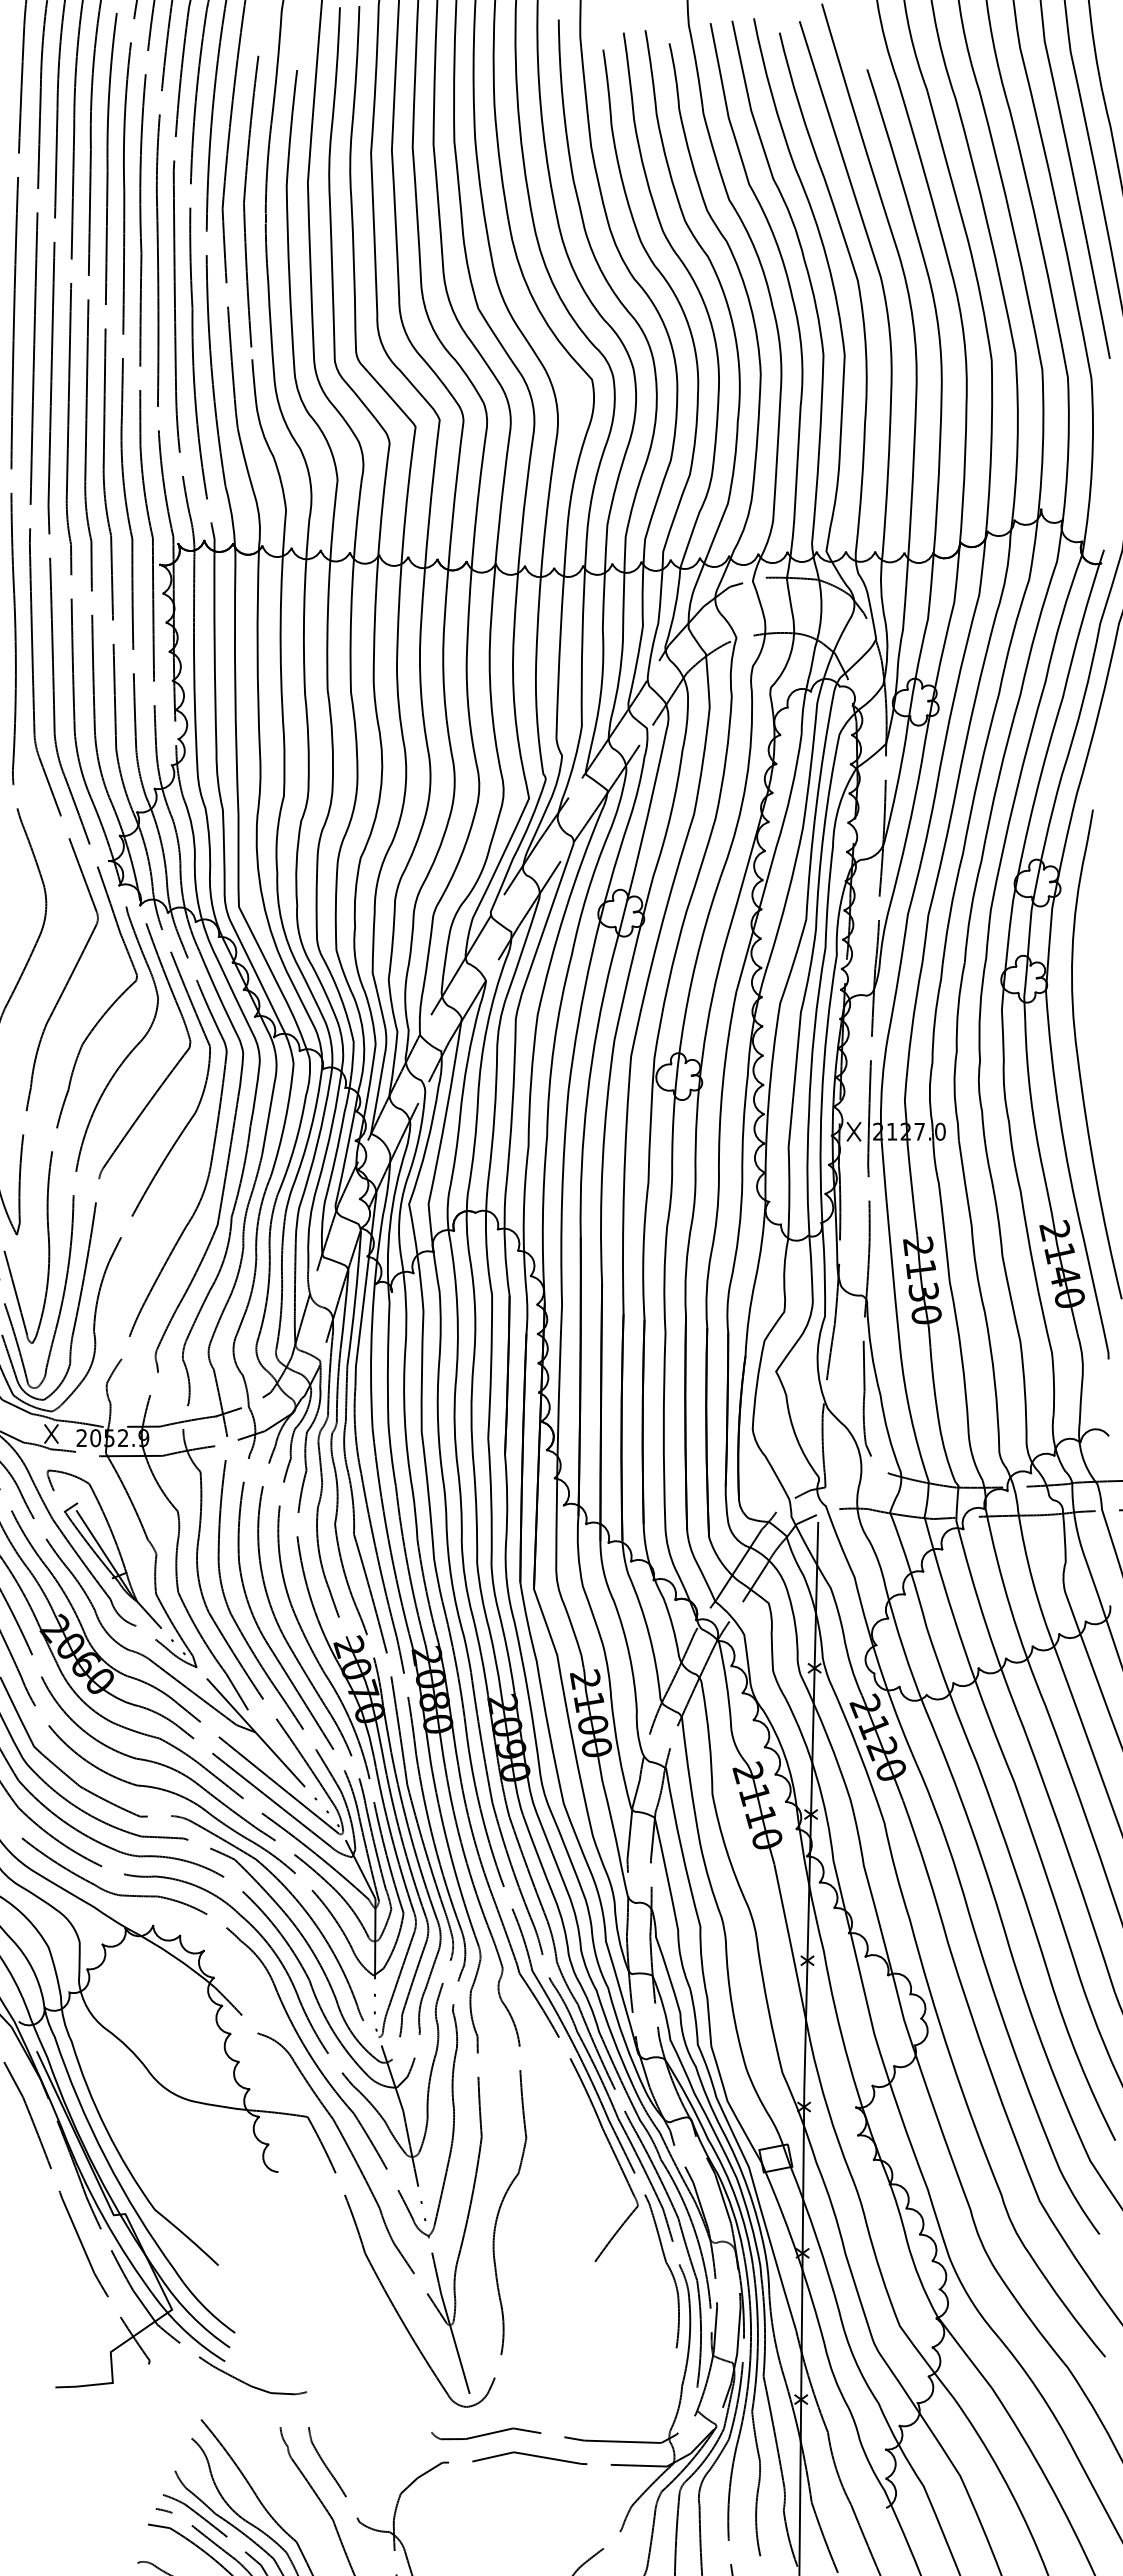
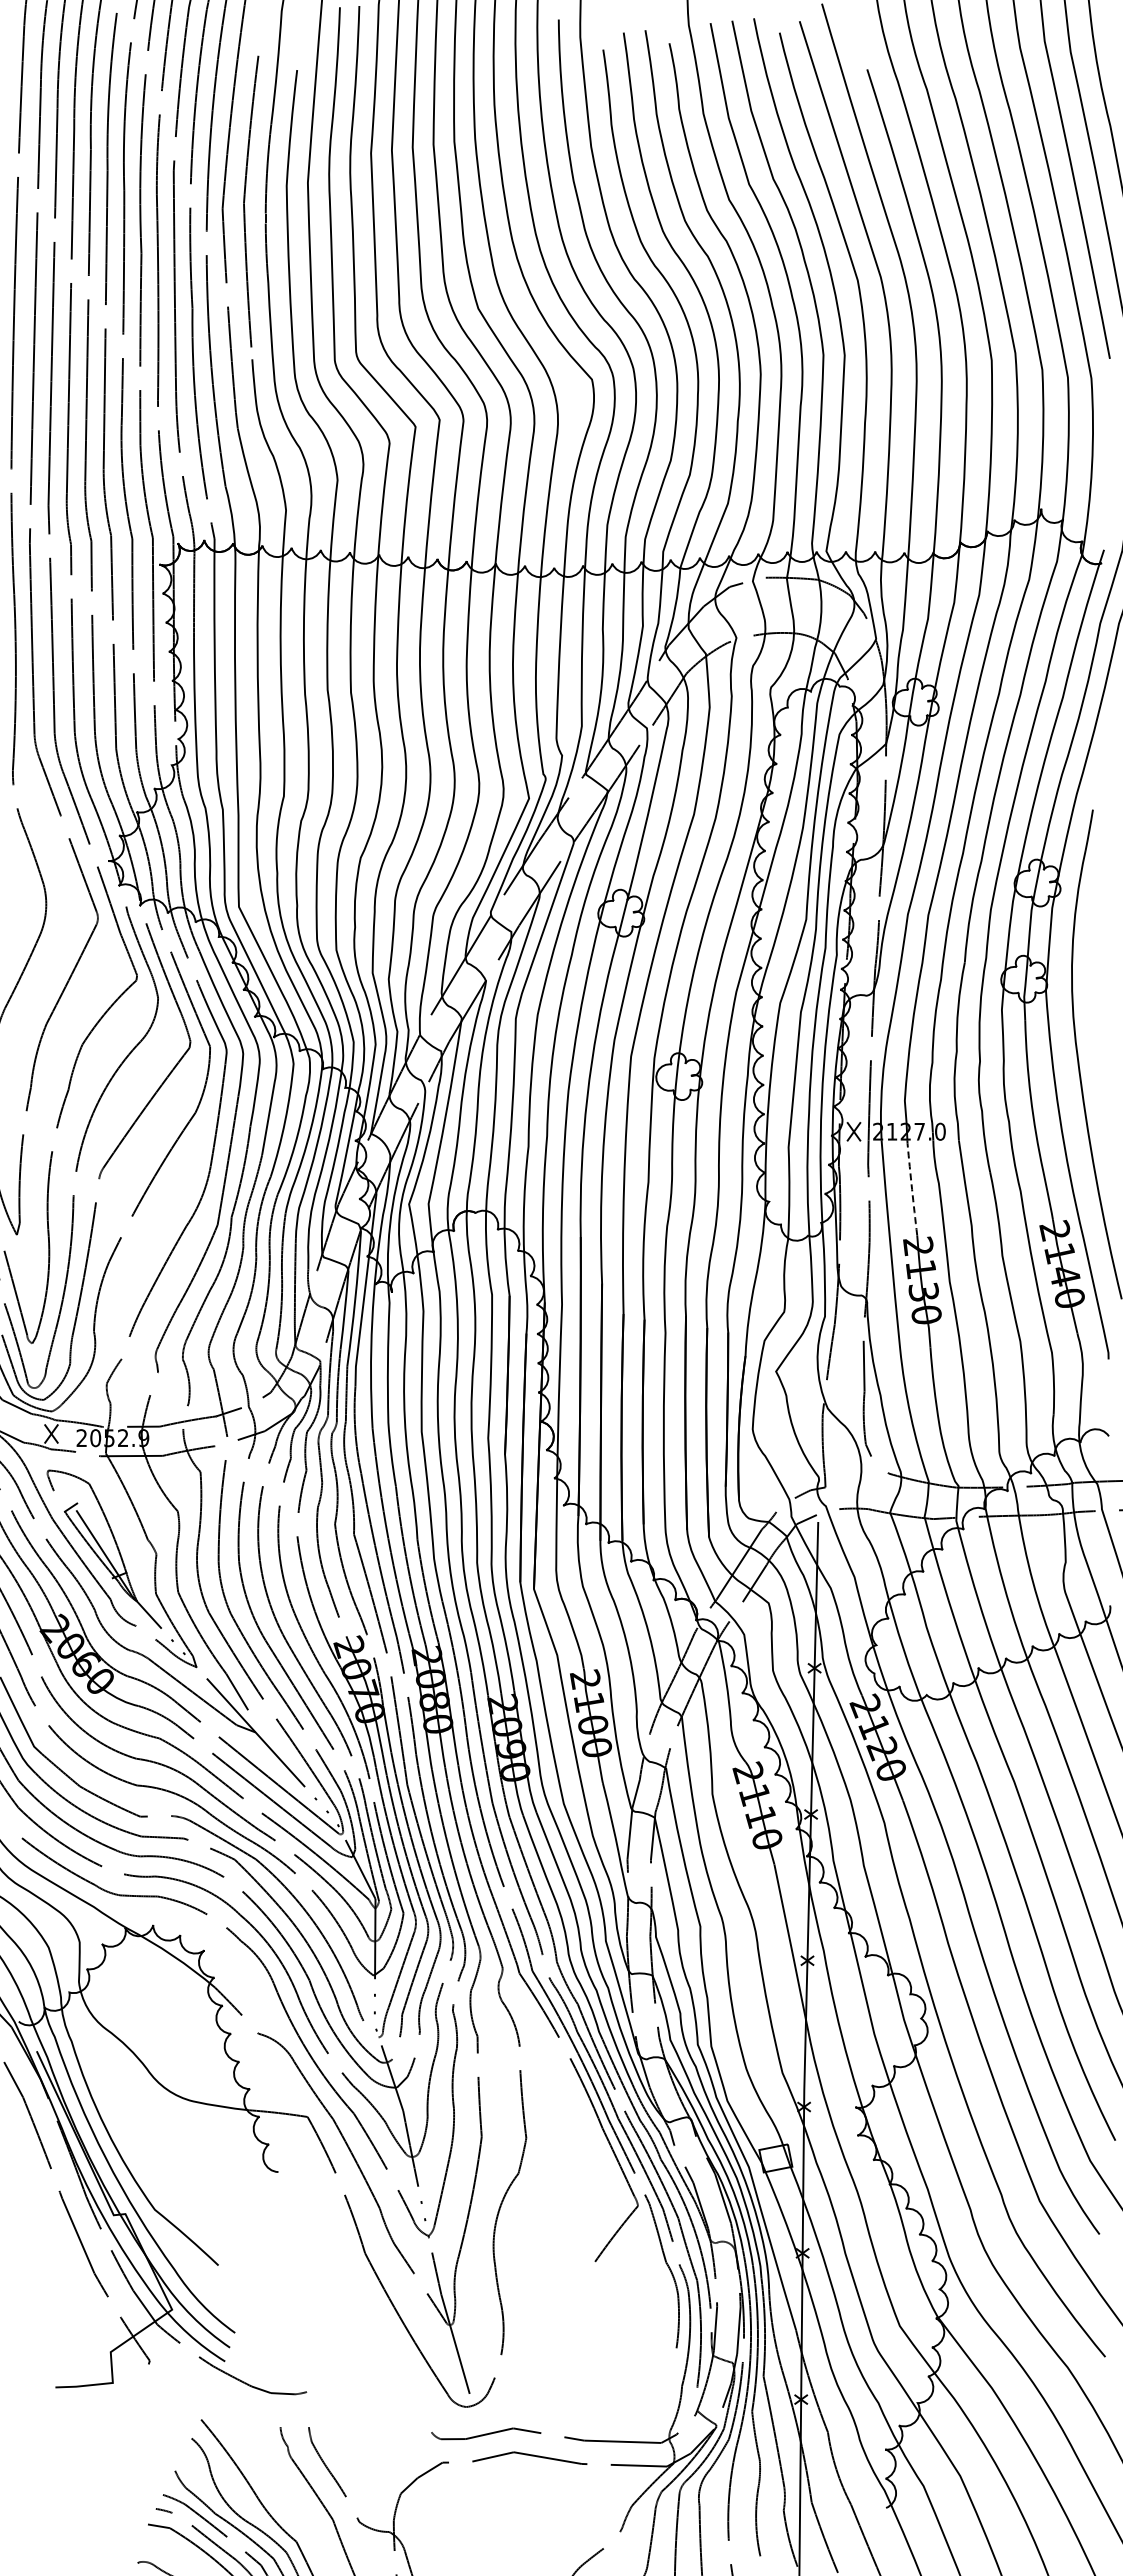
line at (911, 1187): solid -> dashed
